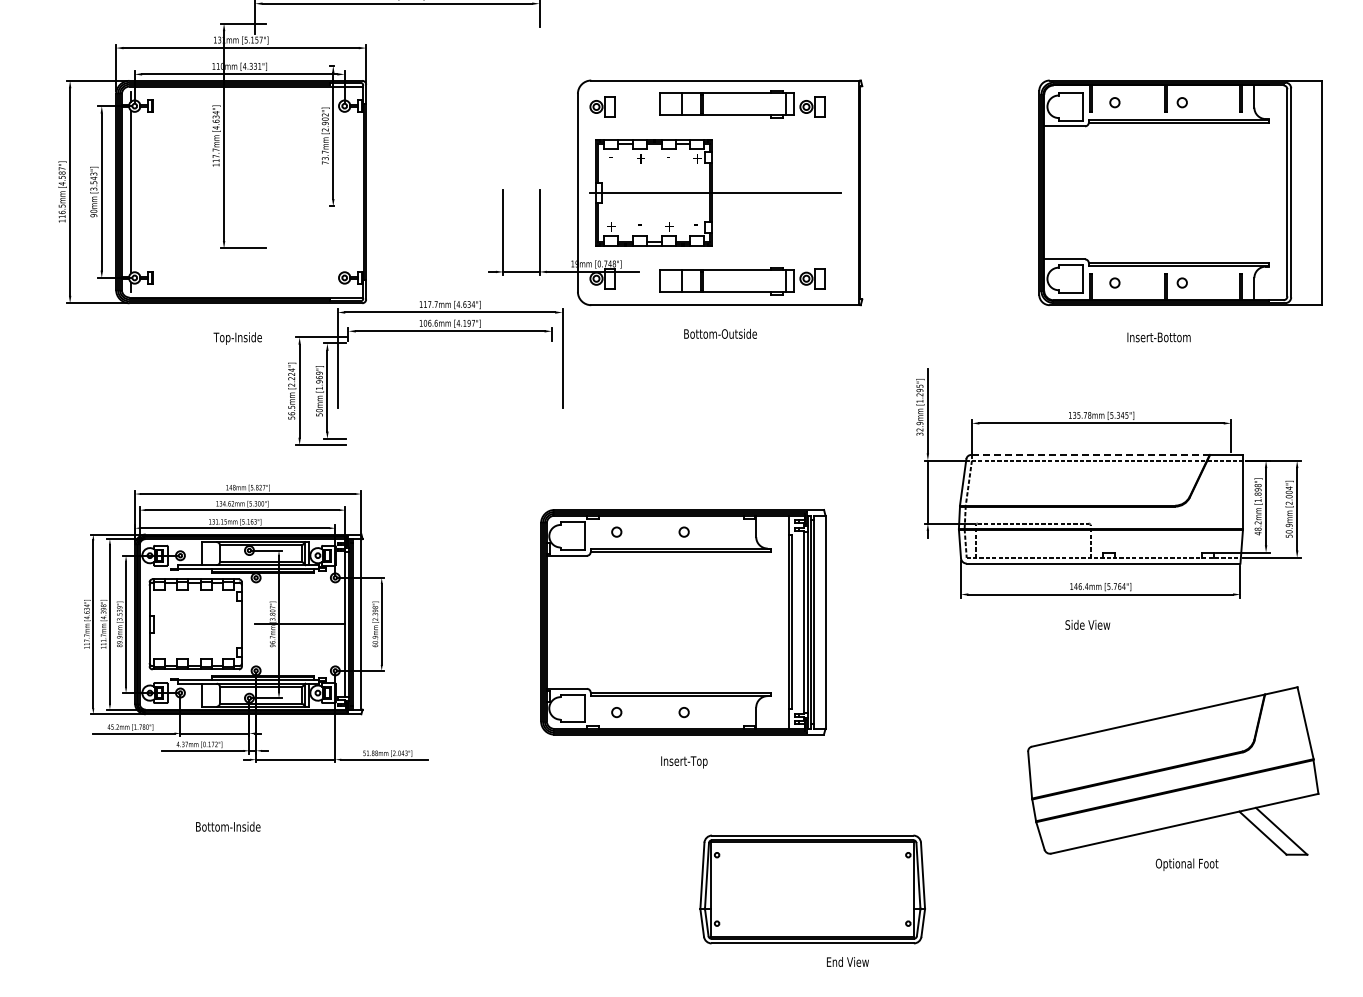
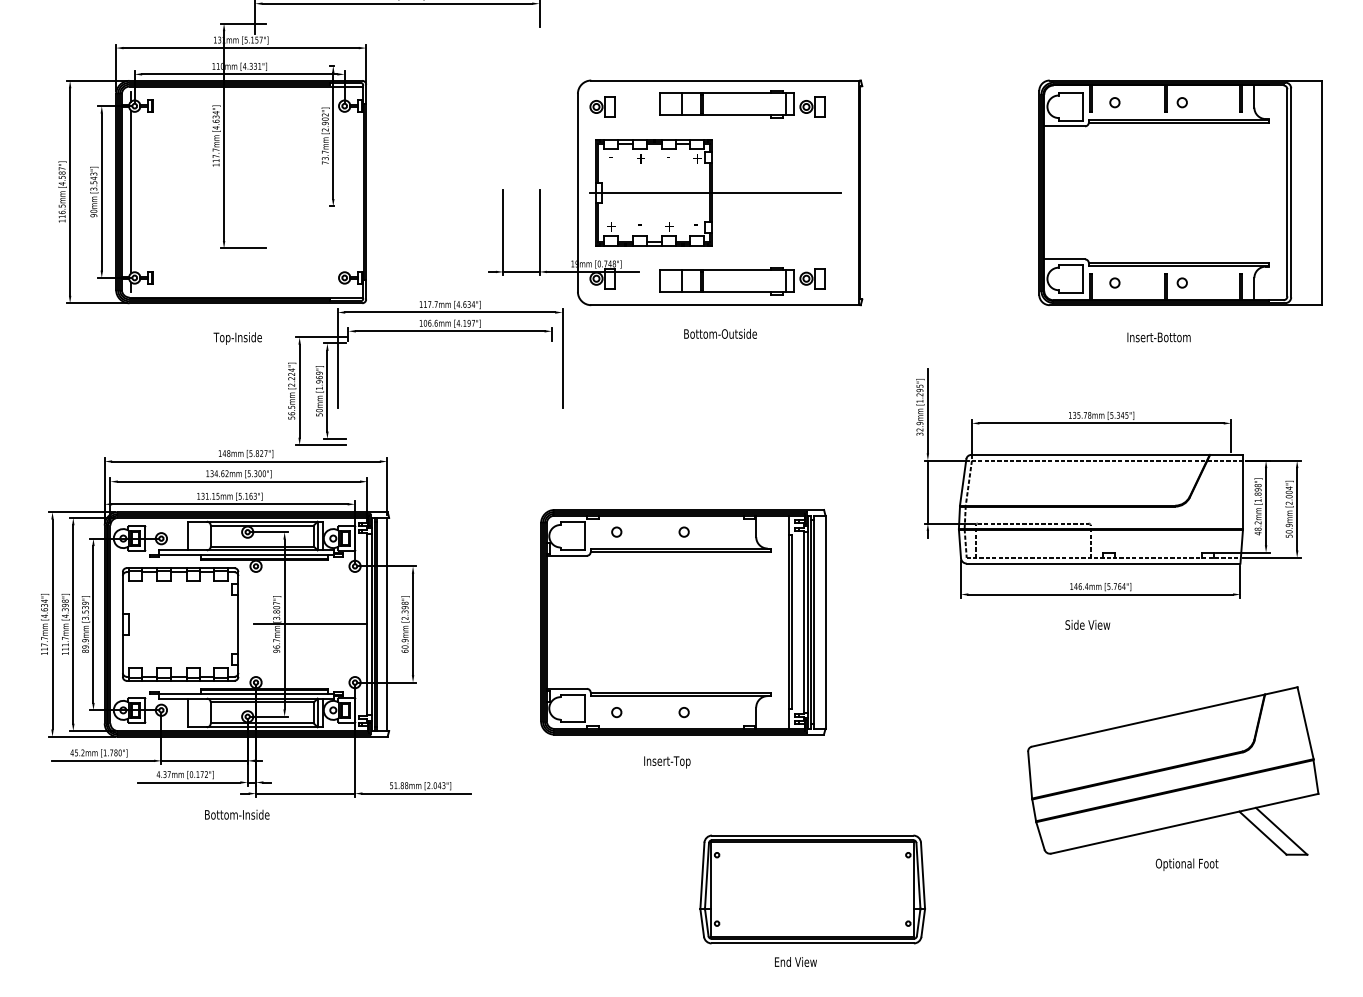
line at (1090, 454): dashed -> solid
part at (256, 623) size: 345x279 px -> 431x348 px
text at (684, 762) position: (684, 762) -> (667, 762)
text at (228, 826) position: (228, 826) -> (237, 814)
text at (847, 961) position: (847, 961) -> (795, 961)
